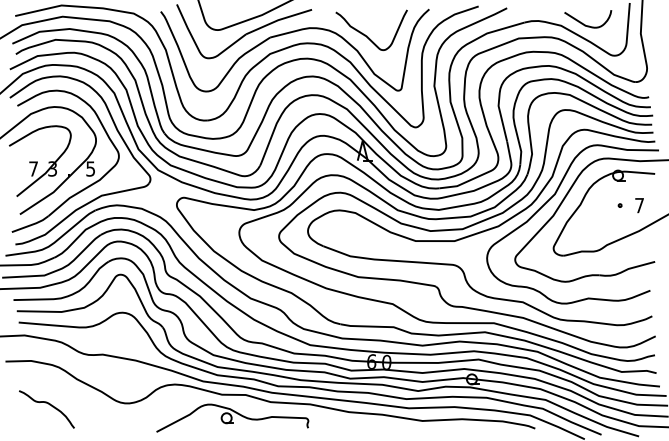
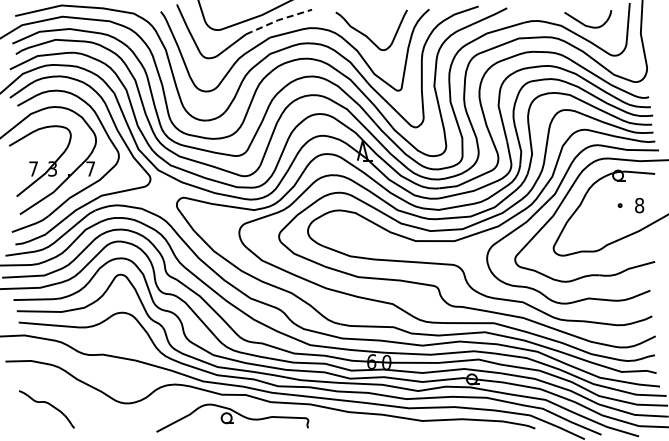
line at (278, 20): solid -> dashed
text at (90, 168): 5 -> 7
text at (639, 205): 7 -> 8
